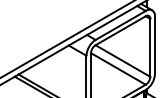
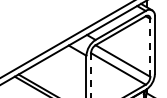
line at (150, 47): solid -> dashed
line at (91, 75): solid -> dashed
